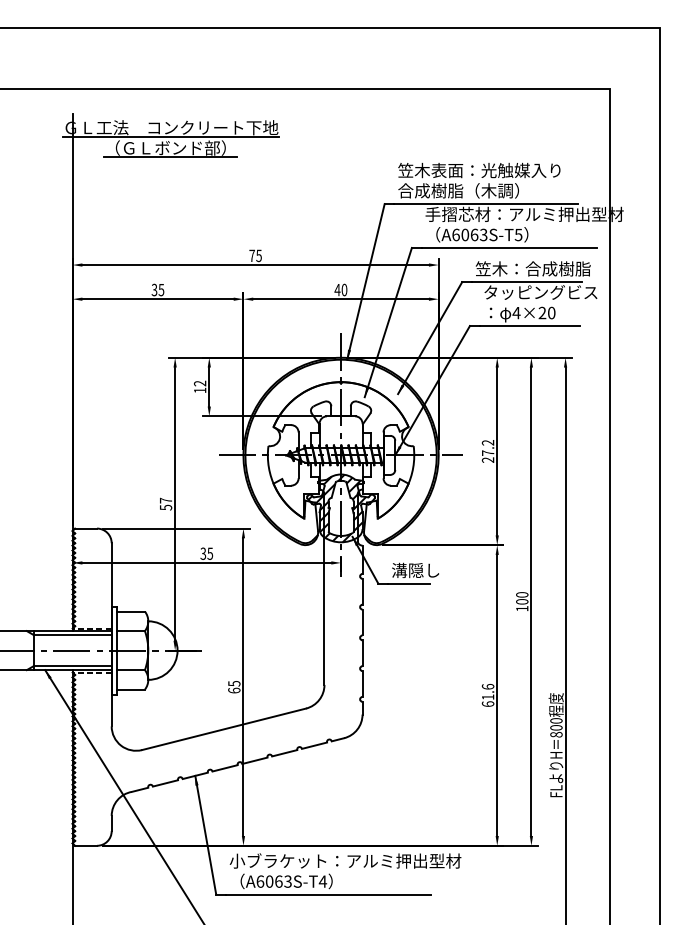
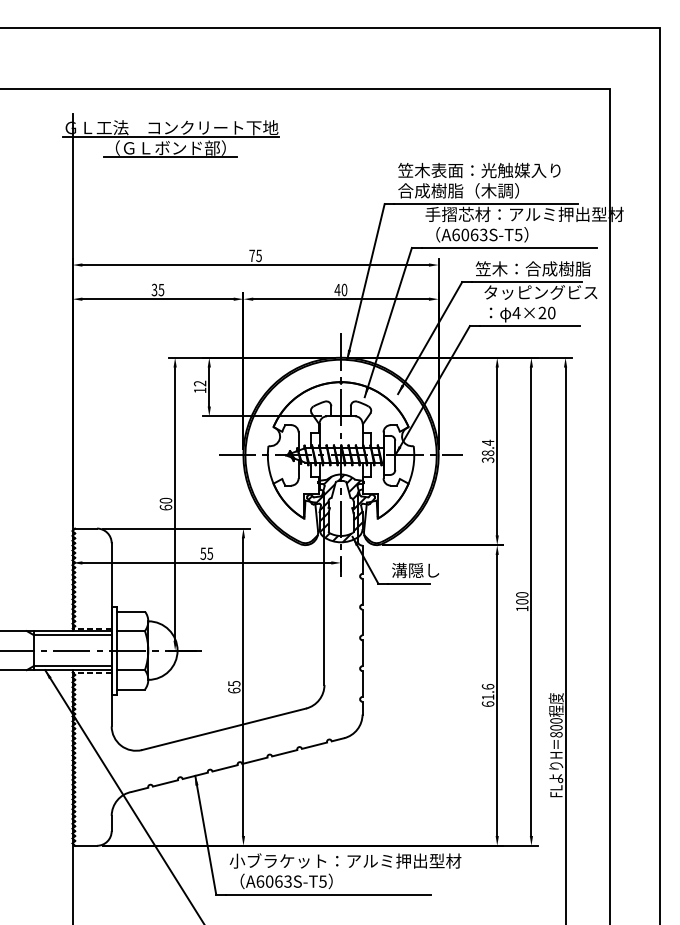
text at (487, 450): 27.2 -> 38.4
text at (165, 503): 57 -> 60
text at (203, 552): 35 -> 55
text at (322, 881): A6063S-T4 -> A6063S-T5
